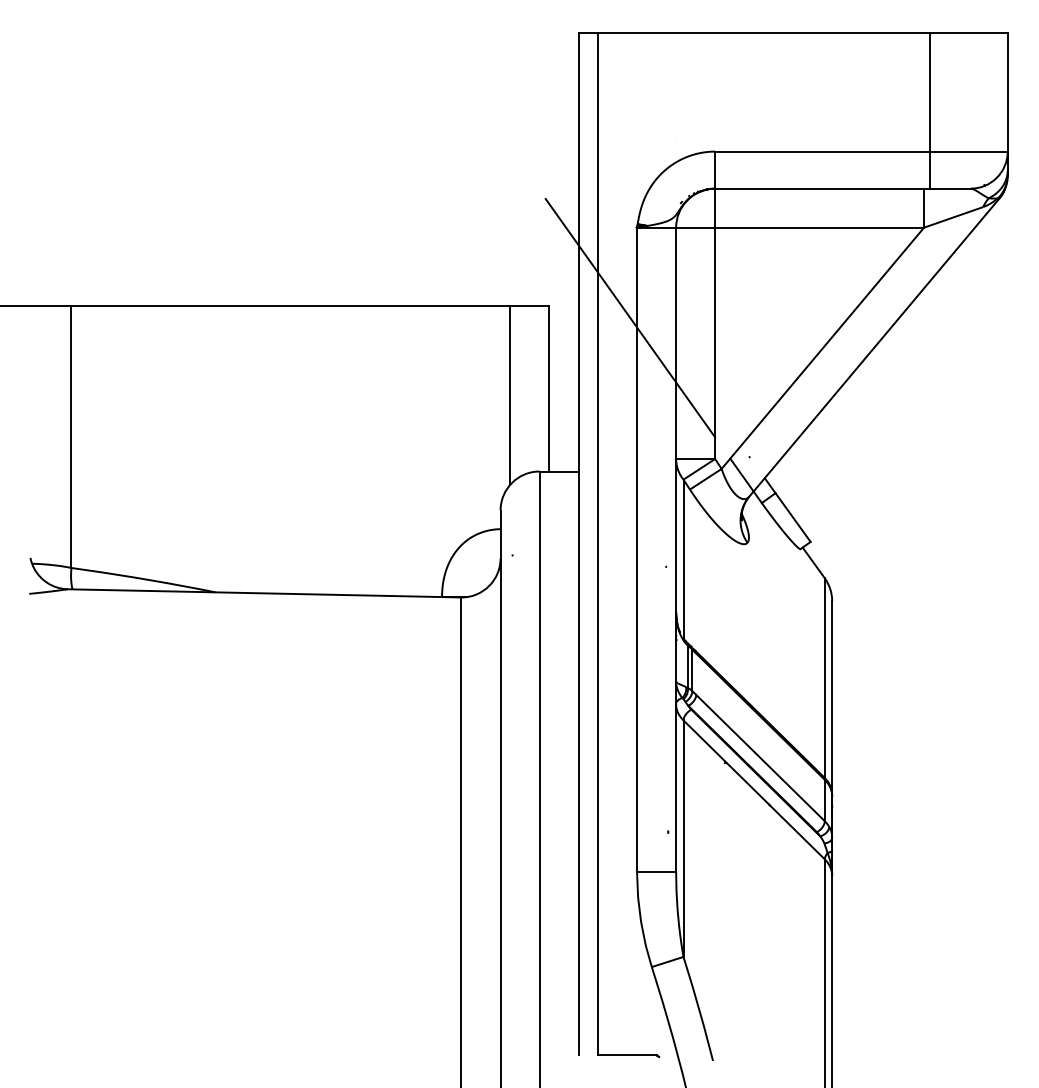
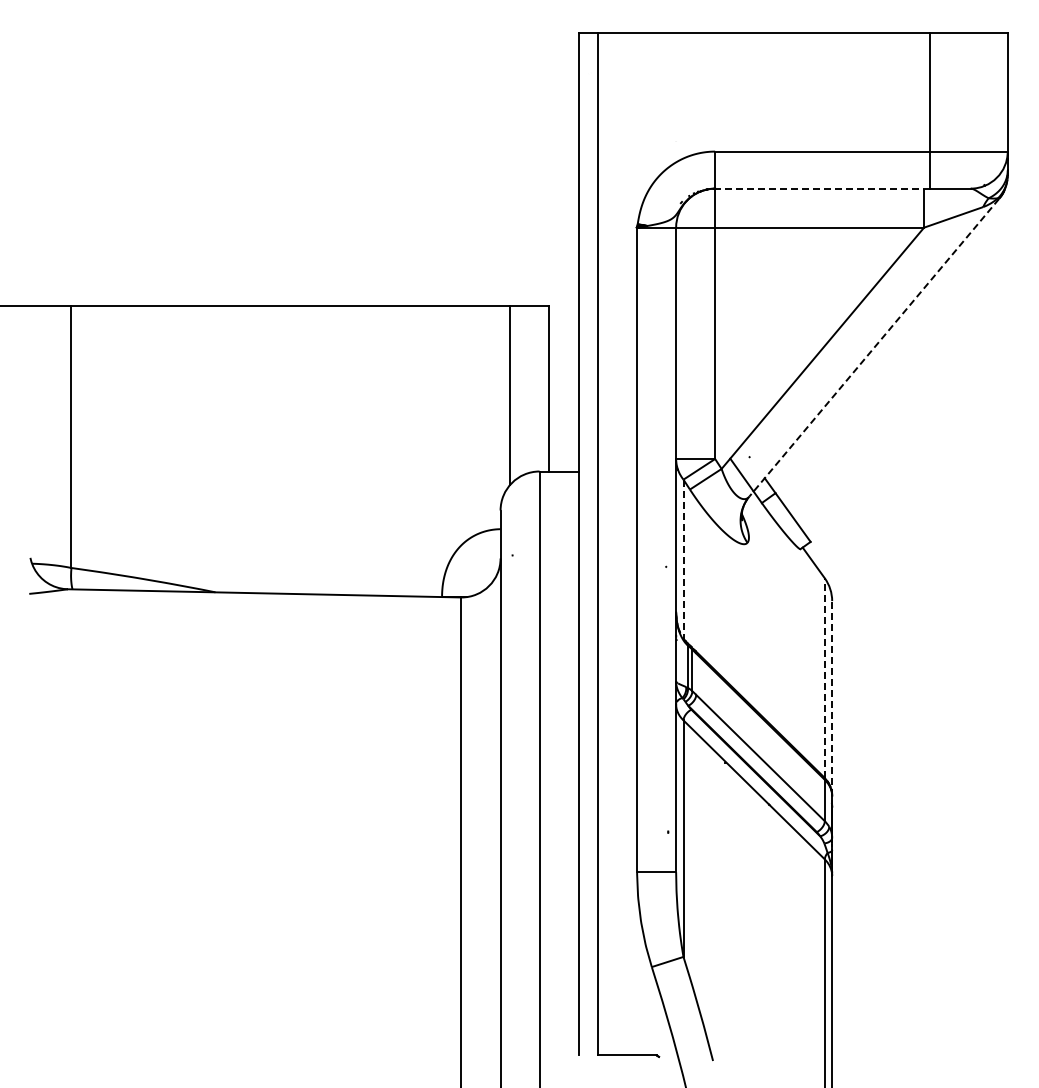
line at (821, 188): solid -> dashed
line at (630, 317): present -> none
line at (873, 348): solid -> dashed
line at (683, 559): solid -> dashed
line at (824, 678): solid -> dashed
line at (832, 703): solid -> dashed
